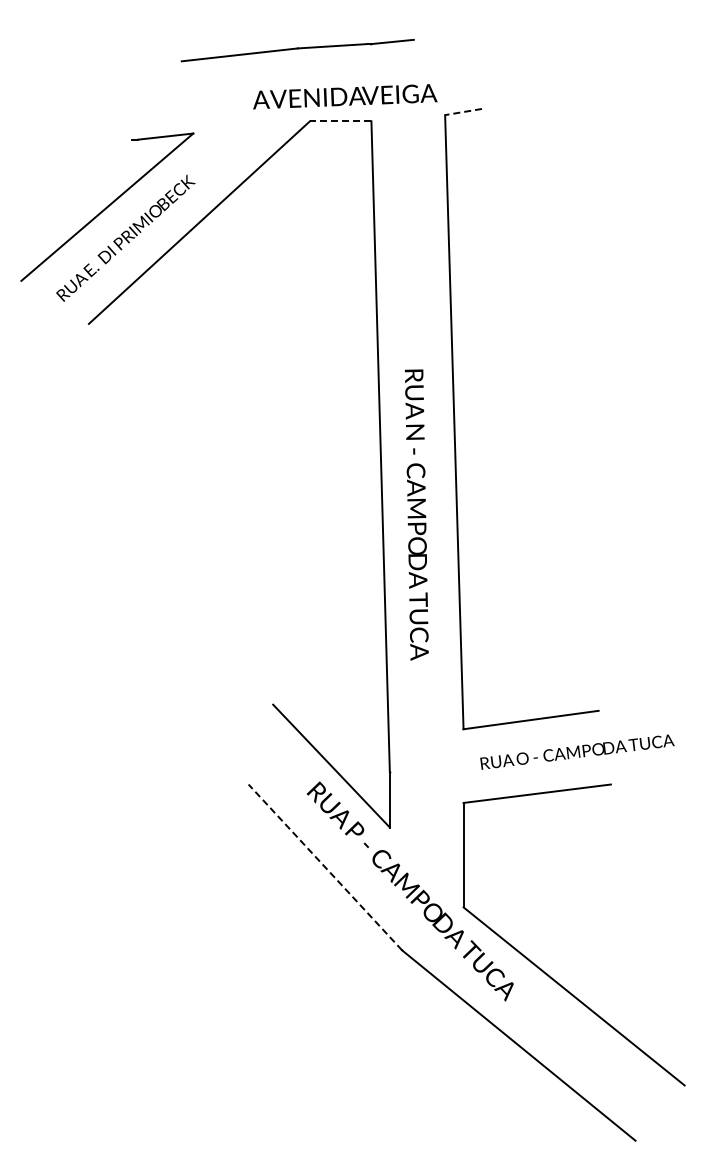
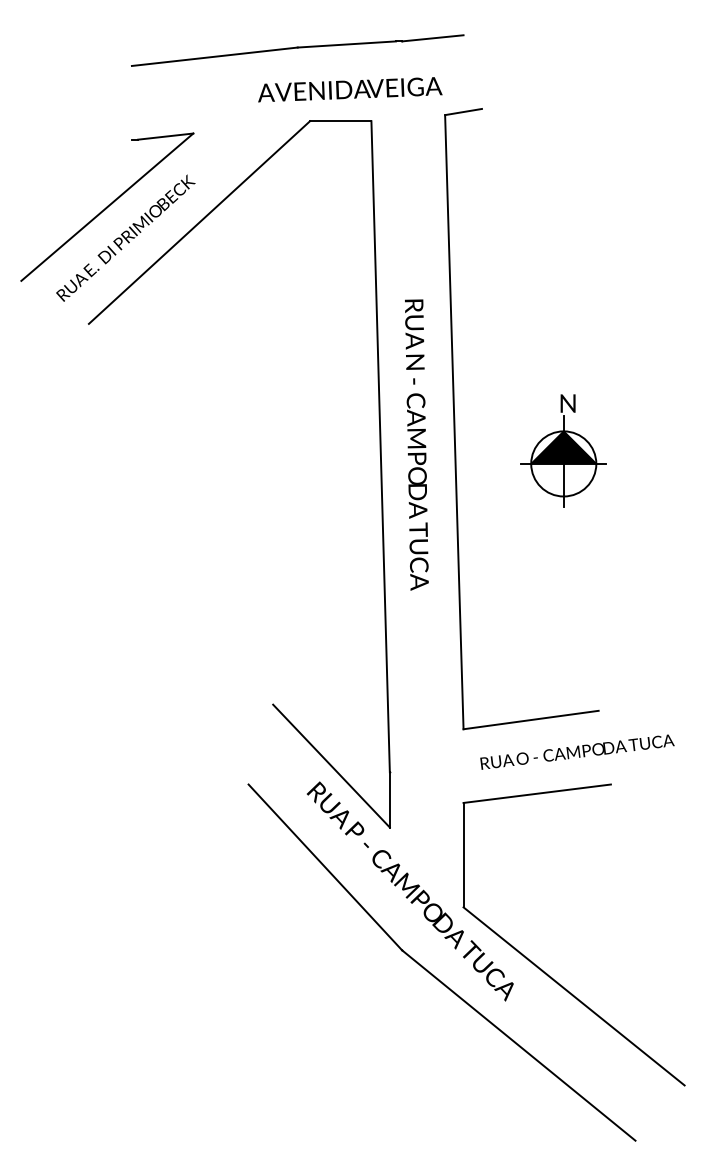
part at (297, 50) size: 235x25 px -> 334x33 px
text at (345, 96) position: (345, 96) -> (350, 89)
line at (463, 112): dashed -> solid
line at (340, 121): dashed -> solid
part at (563, 450): none -> present
text at (416, 514) position: (416, 514) -> (416, 444)
line at (325, 867): dashed -> solid
